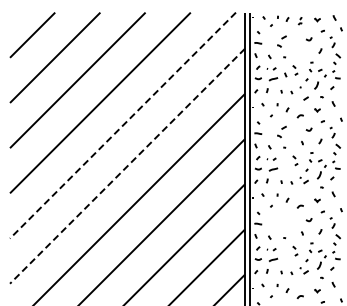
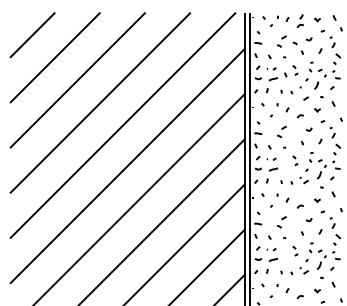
part at (299, 21) size: 6x9 px -> 8x14 px
part at (297, 47): none -> present
line at (122, 125): dashed -> solid
line at (127, 166): dashed -> solid
part at (281, 222): none -> present
